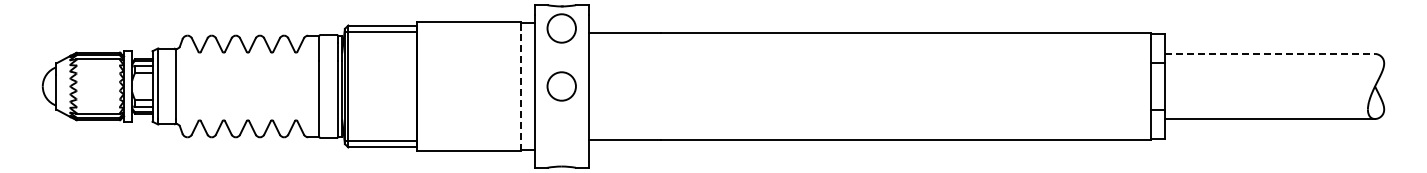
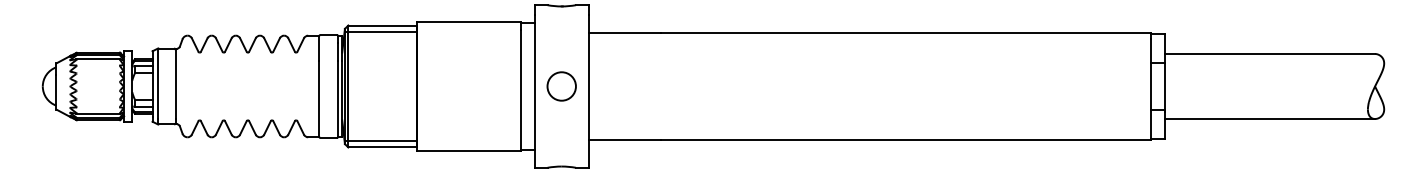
circle at (561, 28): present -> none
line at (1270, 53): dashed -> solid
line at (521, 89): dashed -> solid
